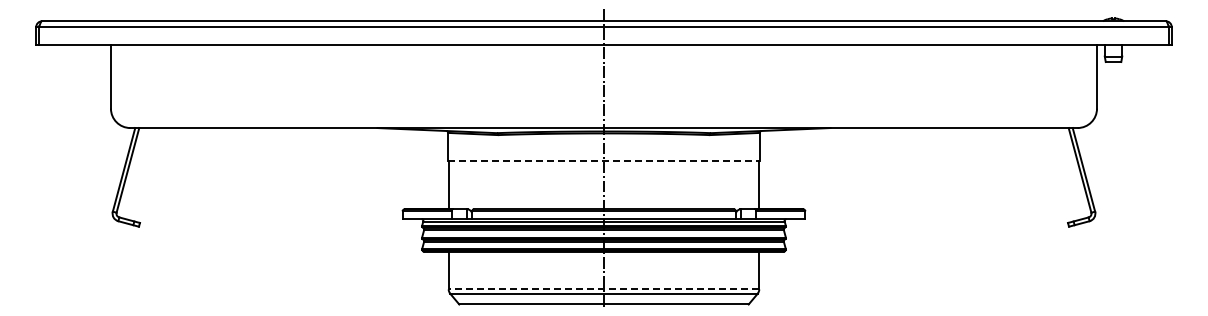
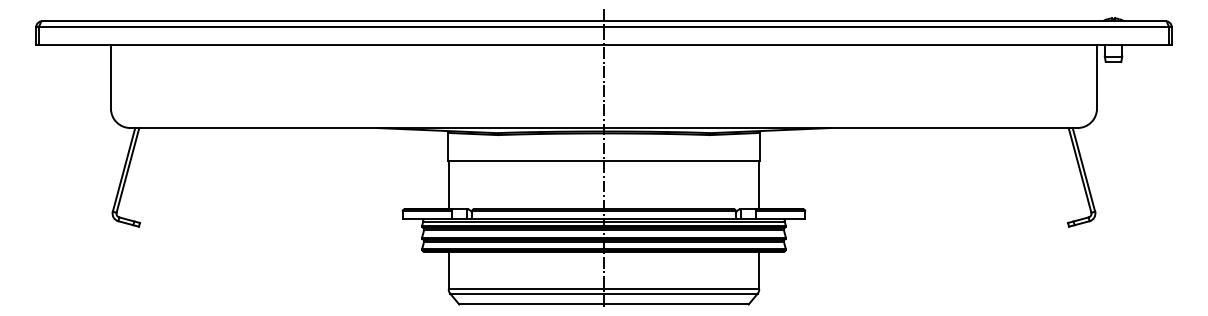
line at (603, 160): dashed -> solid
line at (603, 289): dashed -> solid
